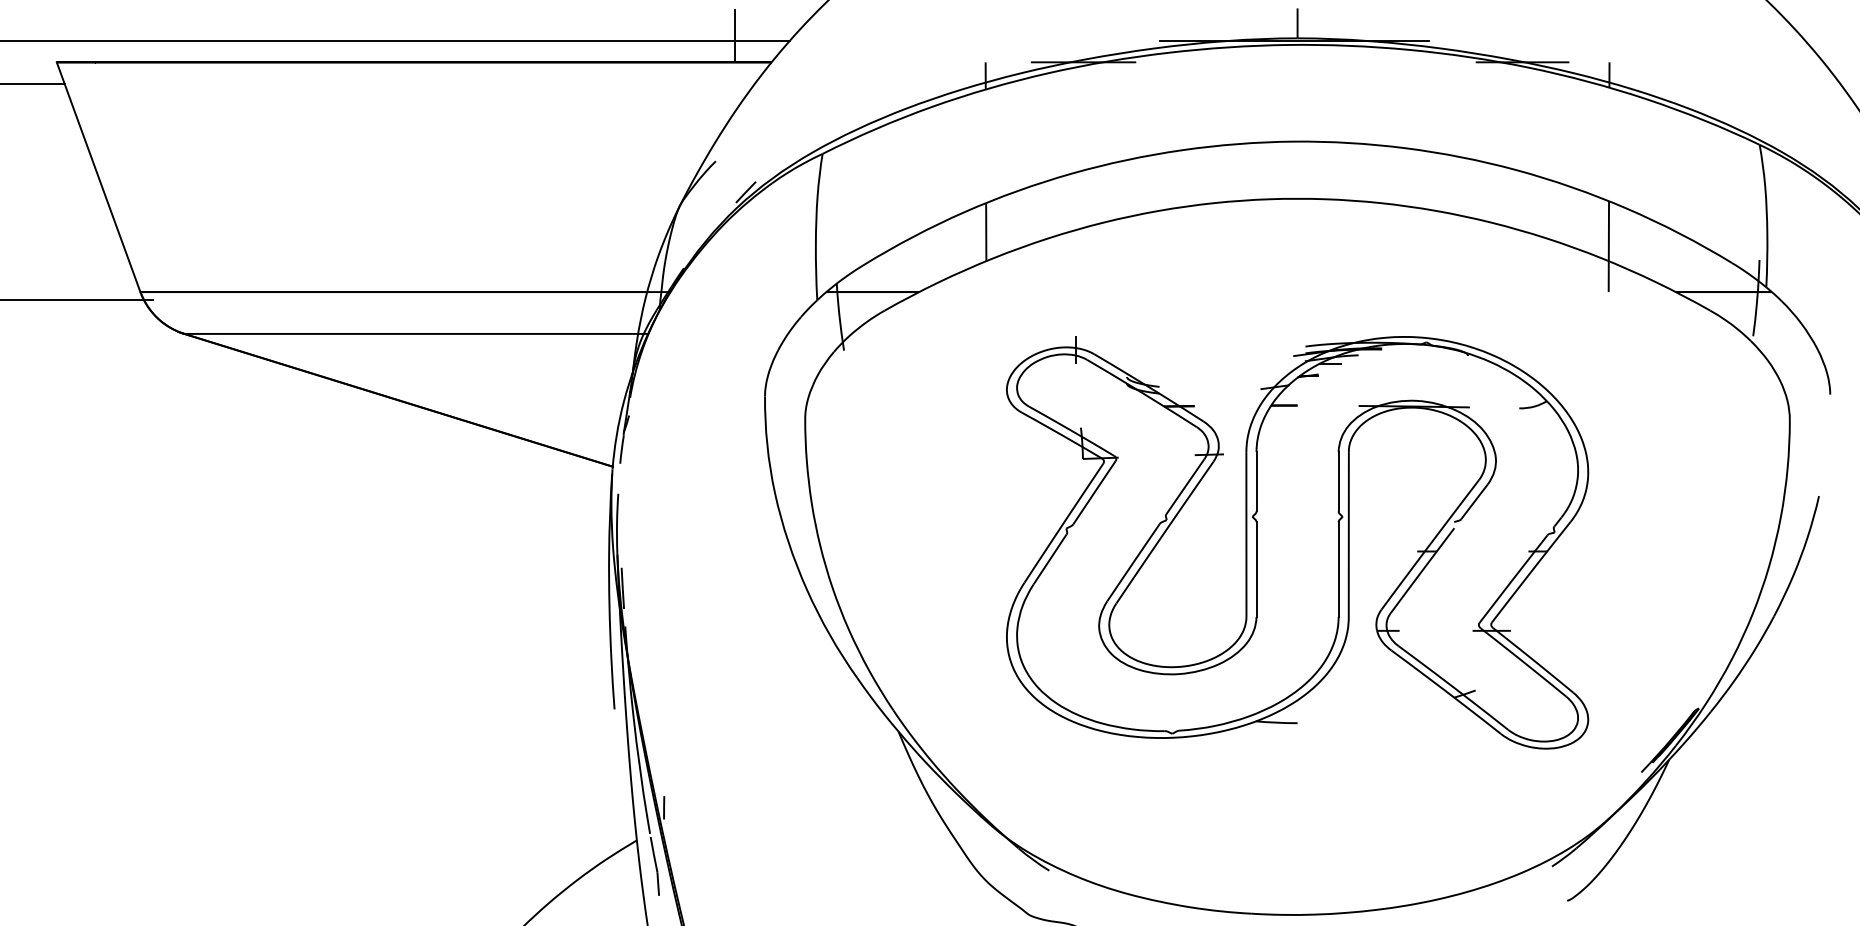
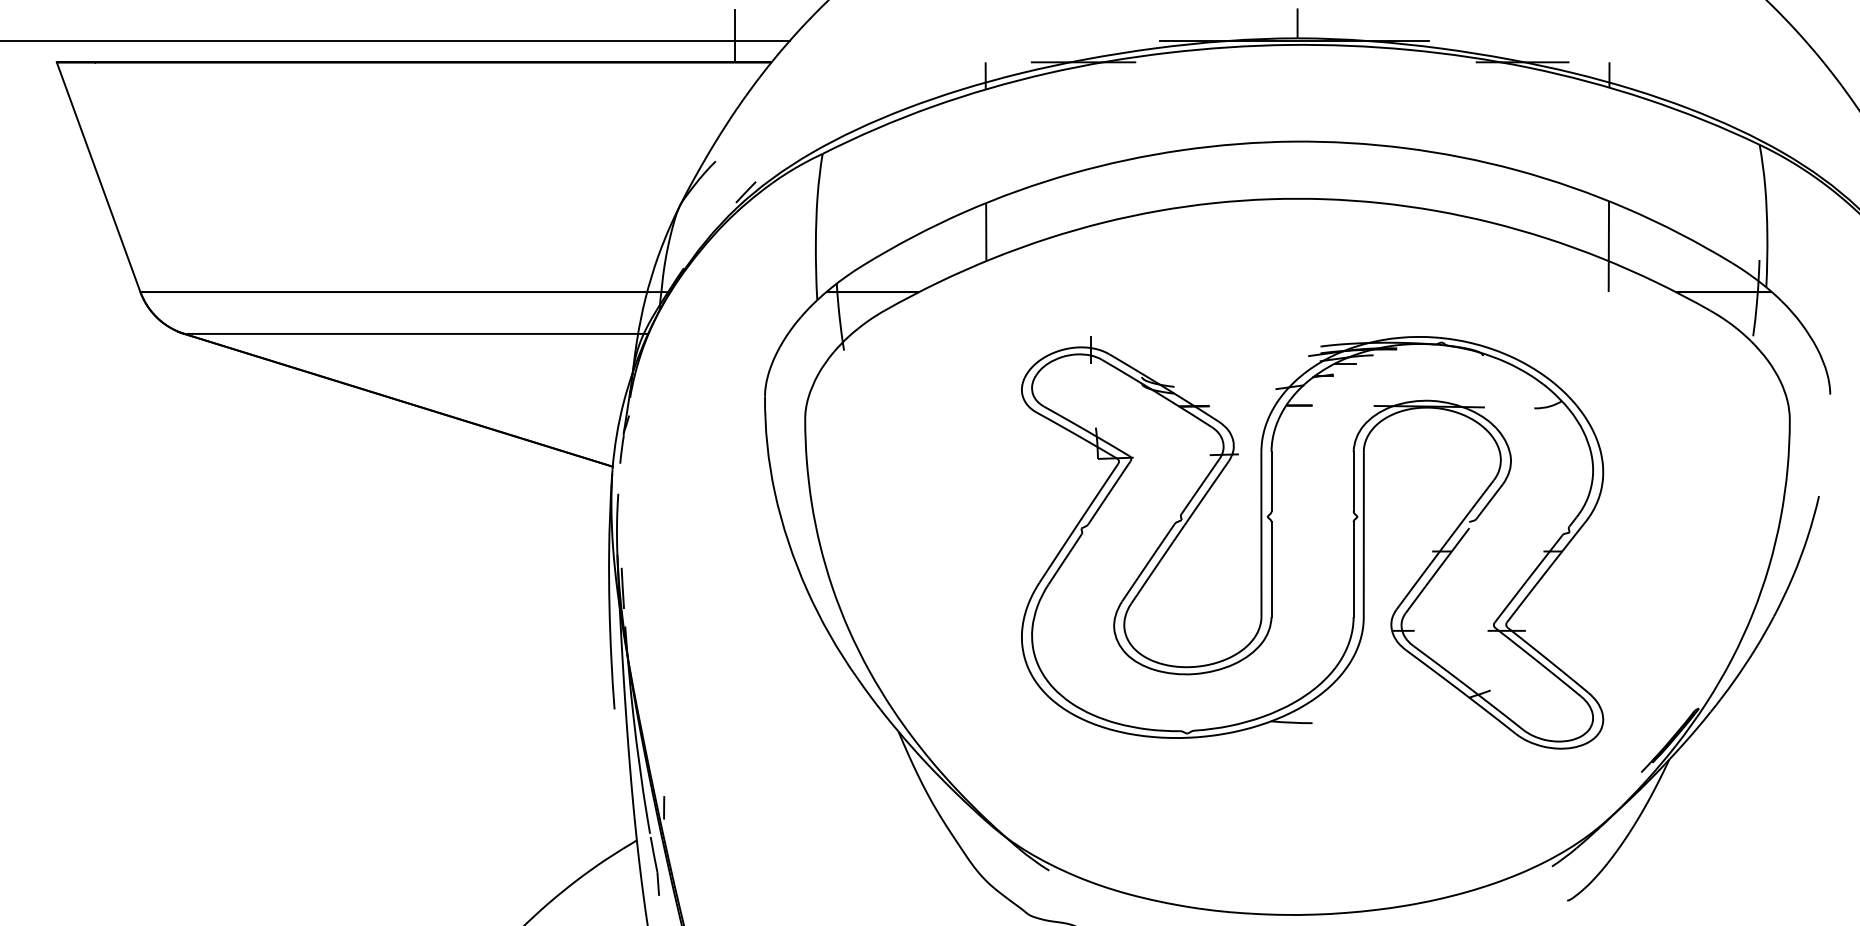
line at (33, 83): present -> none
line at (77, 299): present -> none
part at (1297, 542) position: (1297, 542) -> (1312, 542)
